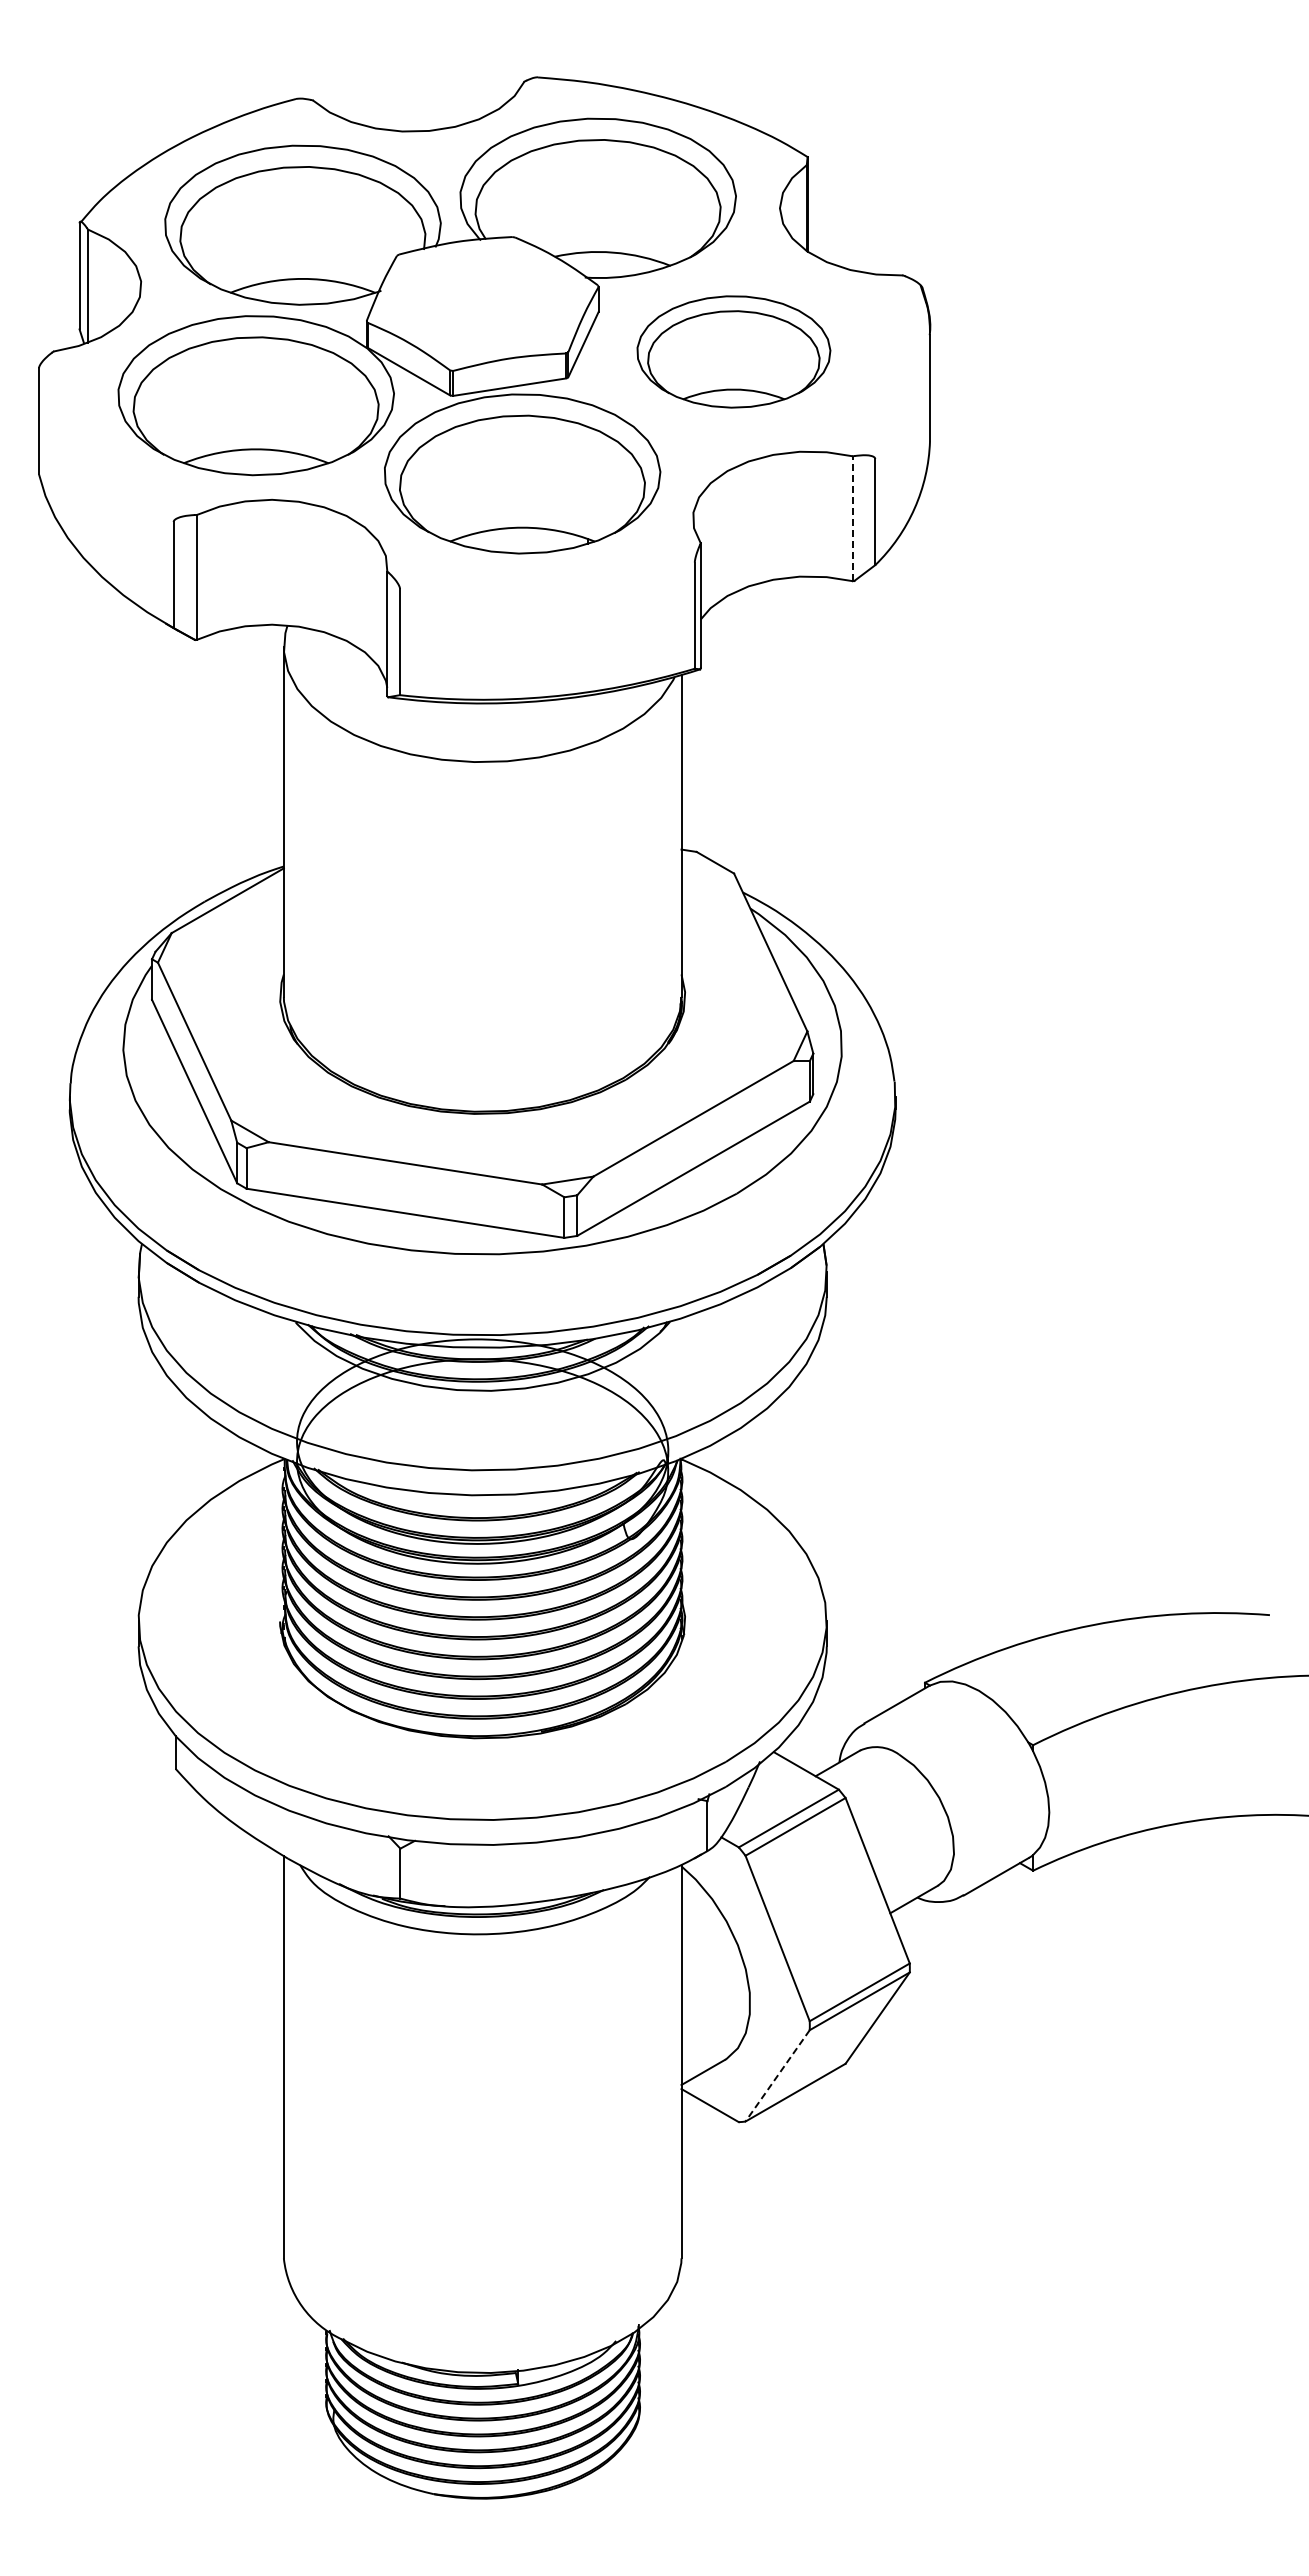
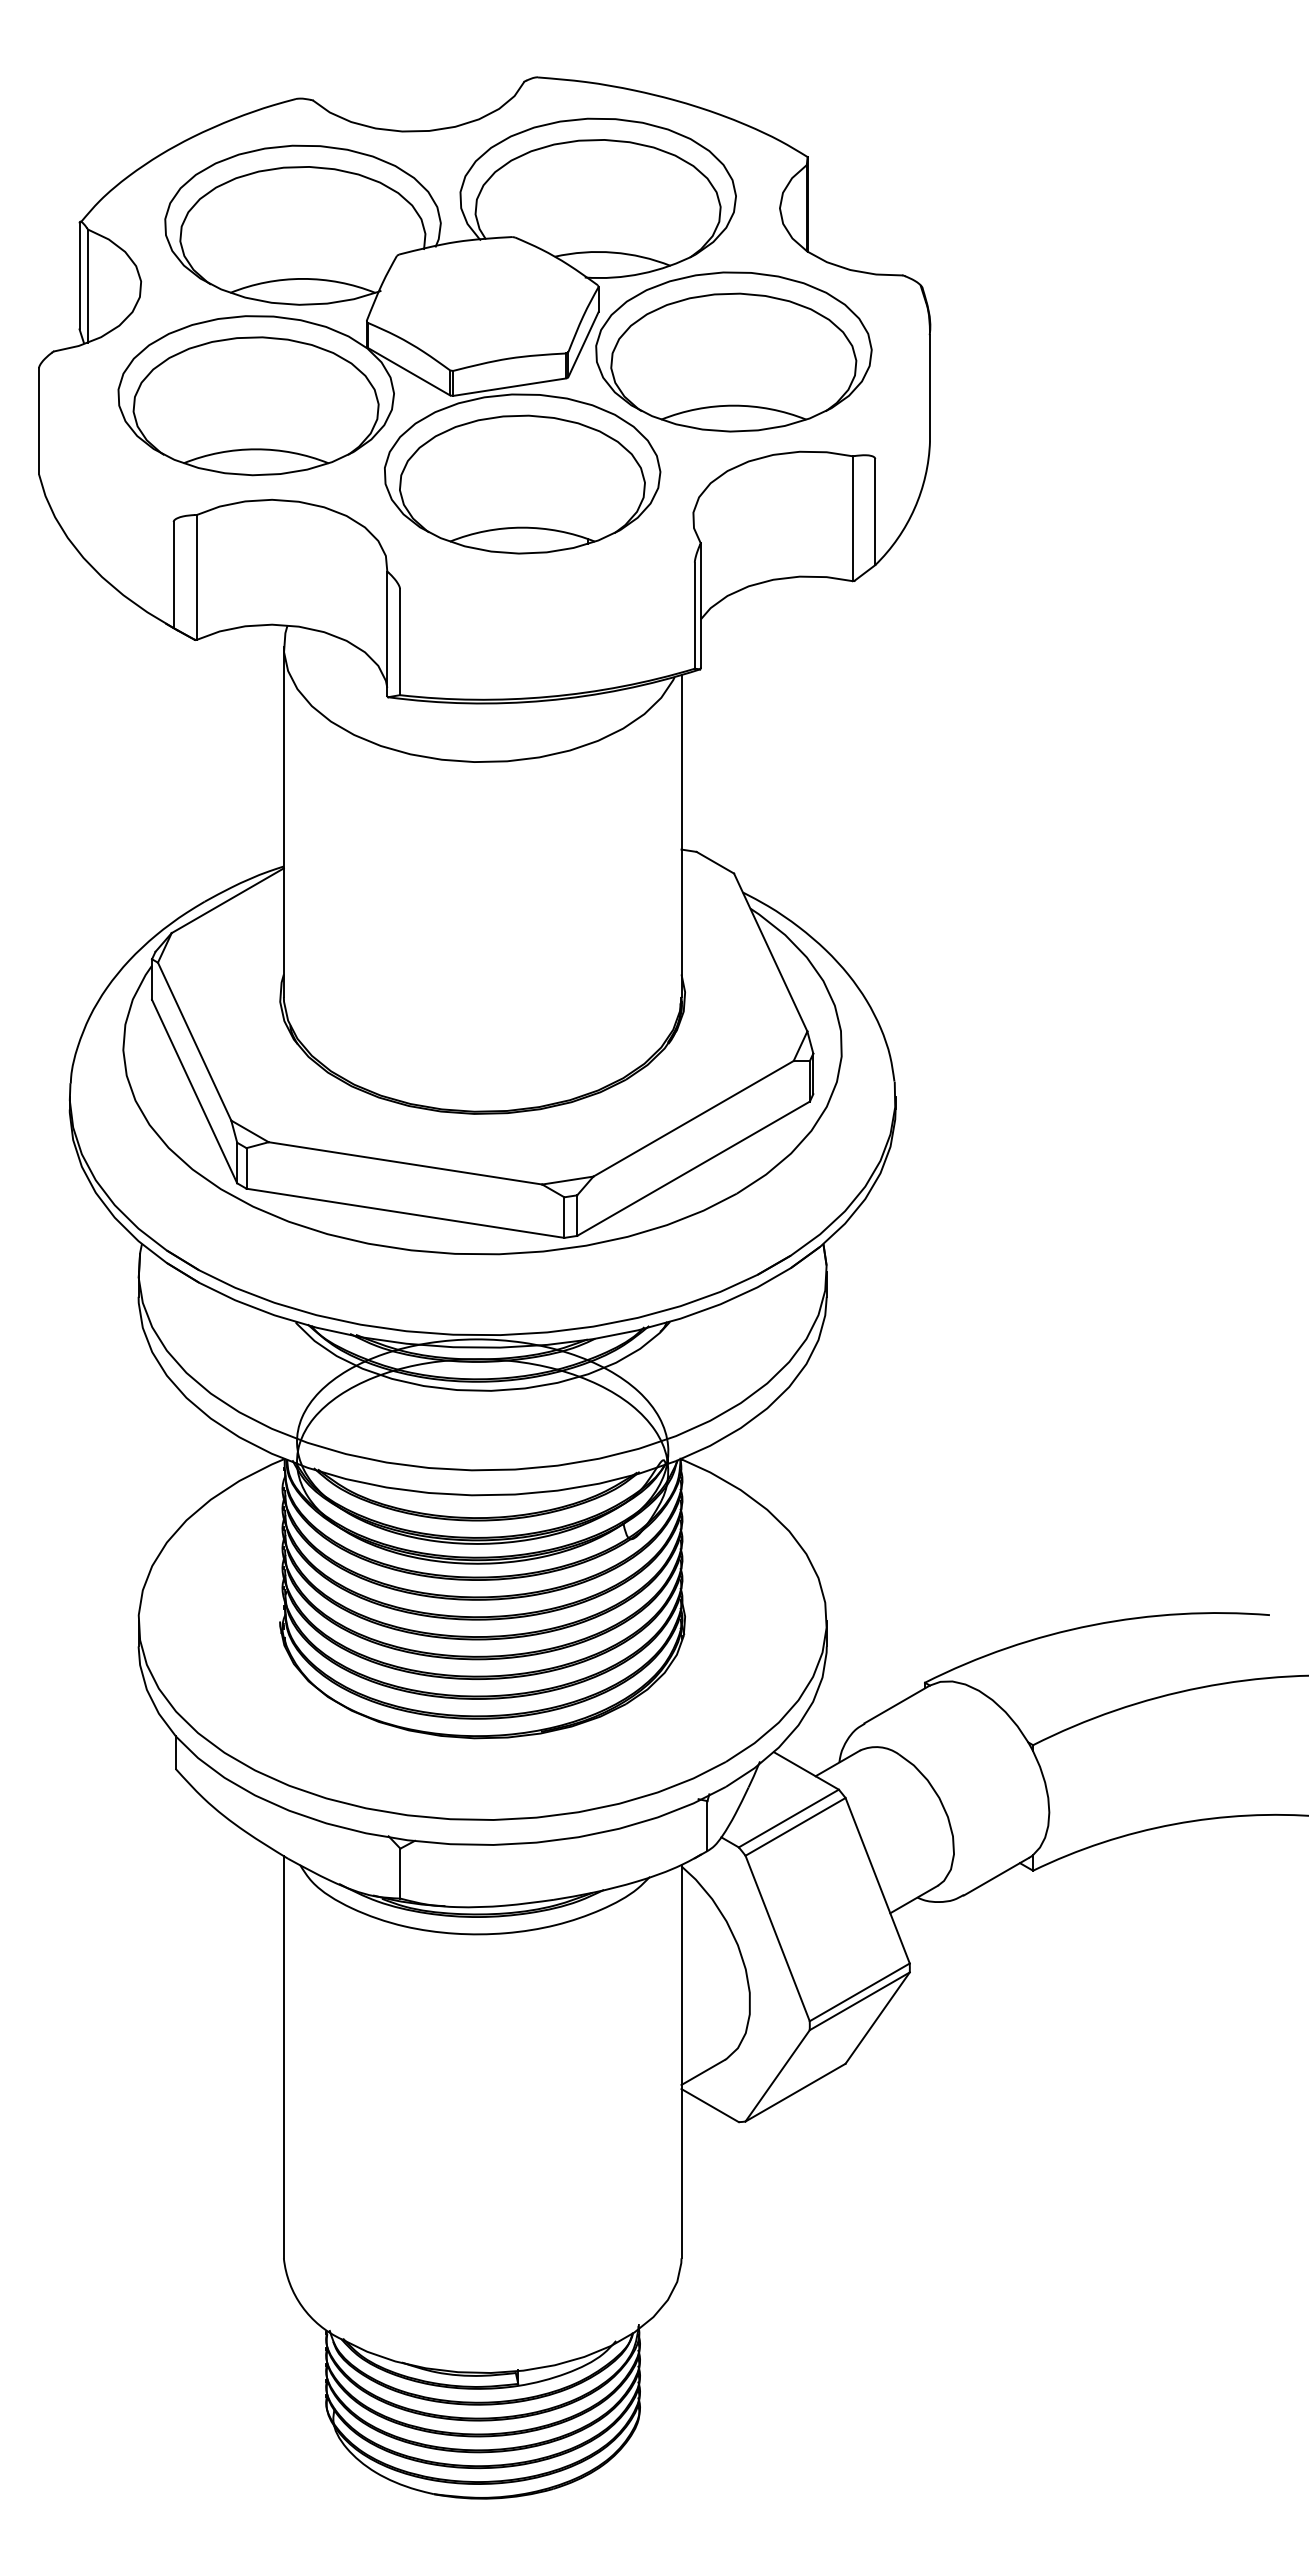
part at (733, 351) size: 196x114 px -> 278x162 px
line at (852, 518): dashed -> solid
line at (777, 2075): dashed -> solid
